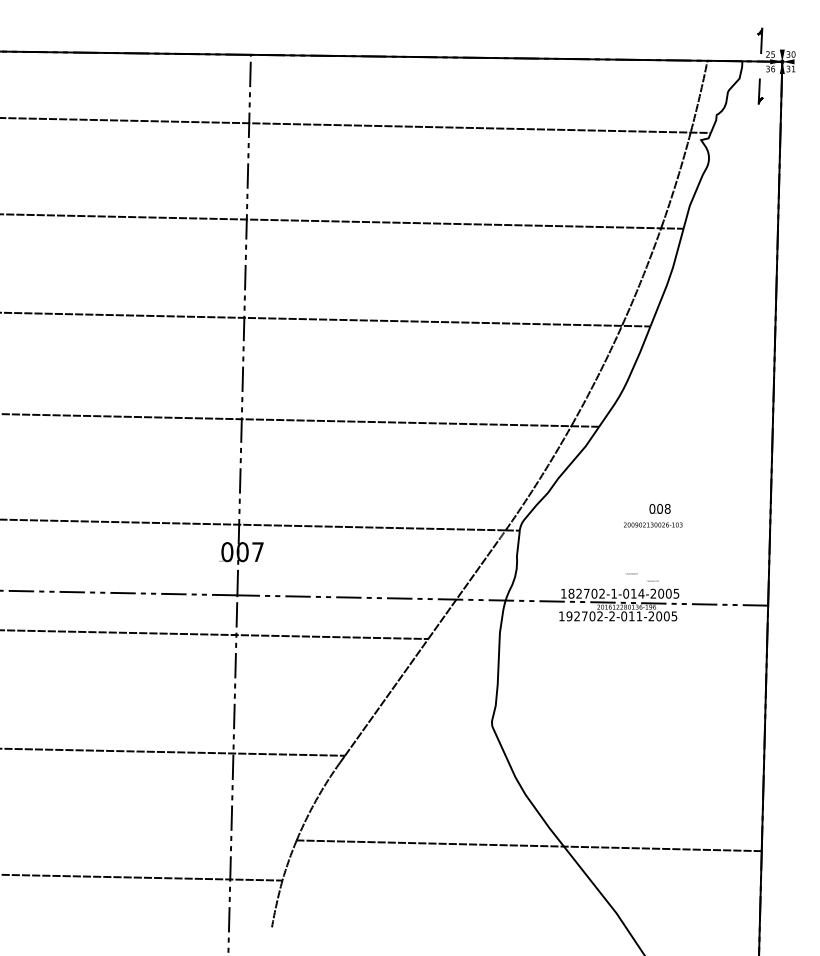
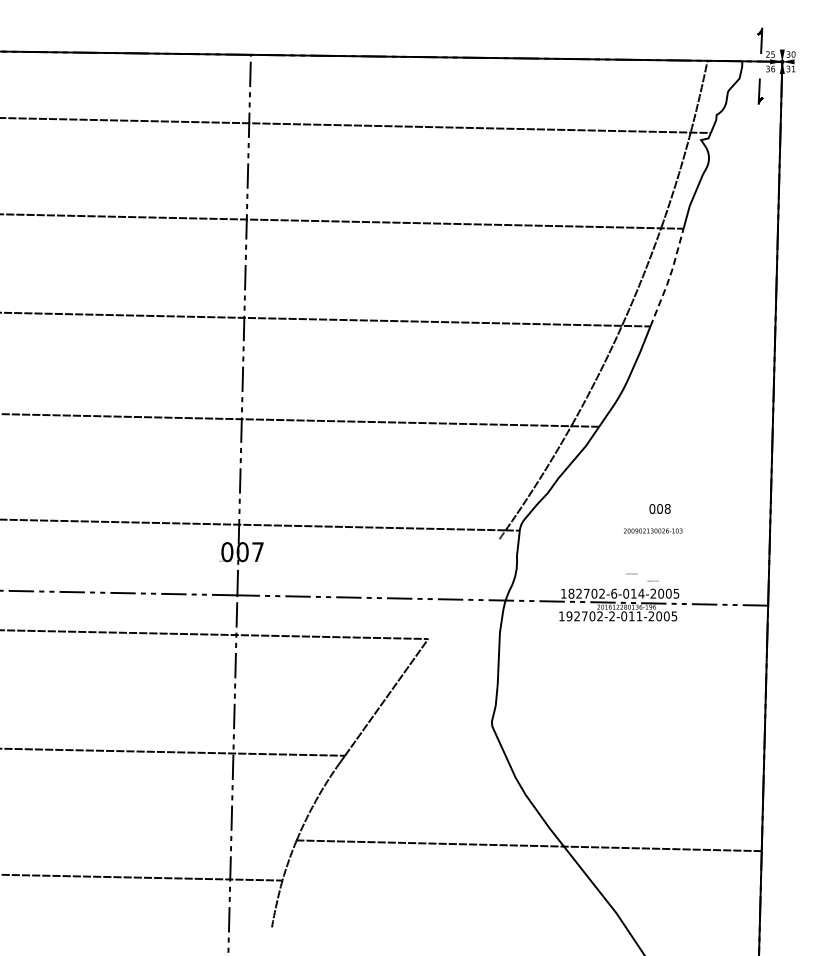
line at (669, 277): solid -> dashed
text at (653, 524) position: (653, 524) -> (653, 530)
line at (463, 589): present -> none
text at (614, 593): 182702-1-014-2005 -> 182702-6-014-2005
